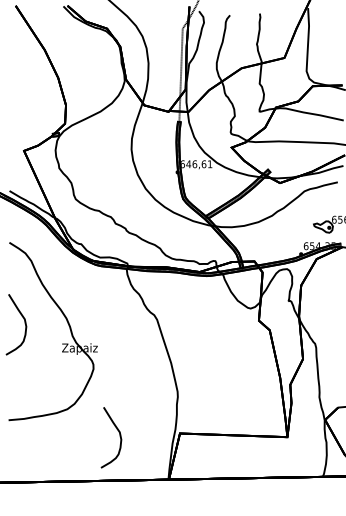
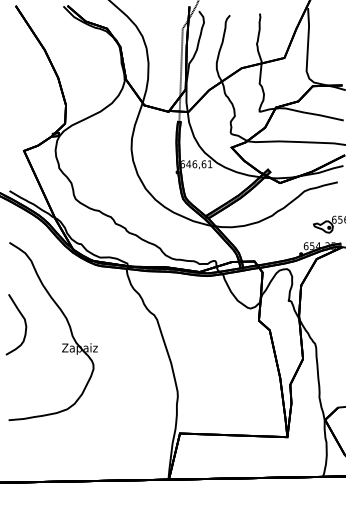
curve at (119, 436): present -> none
